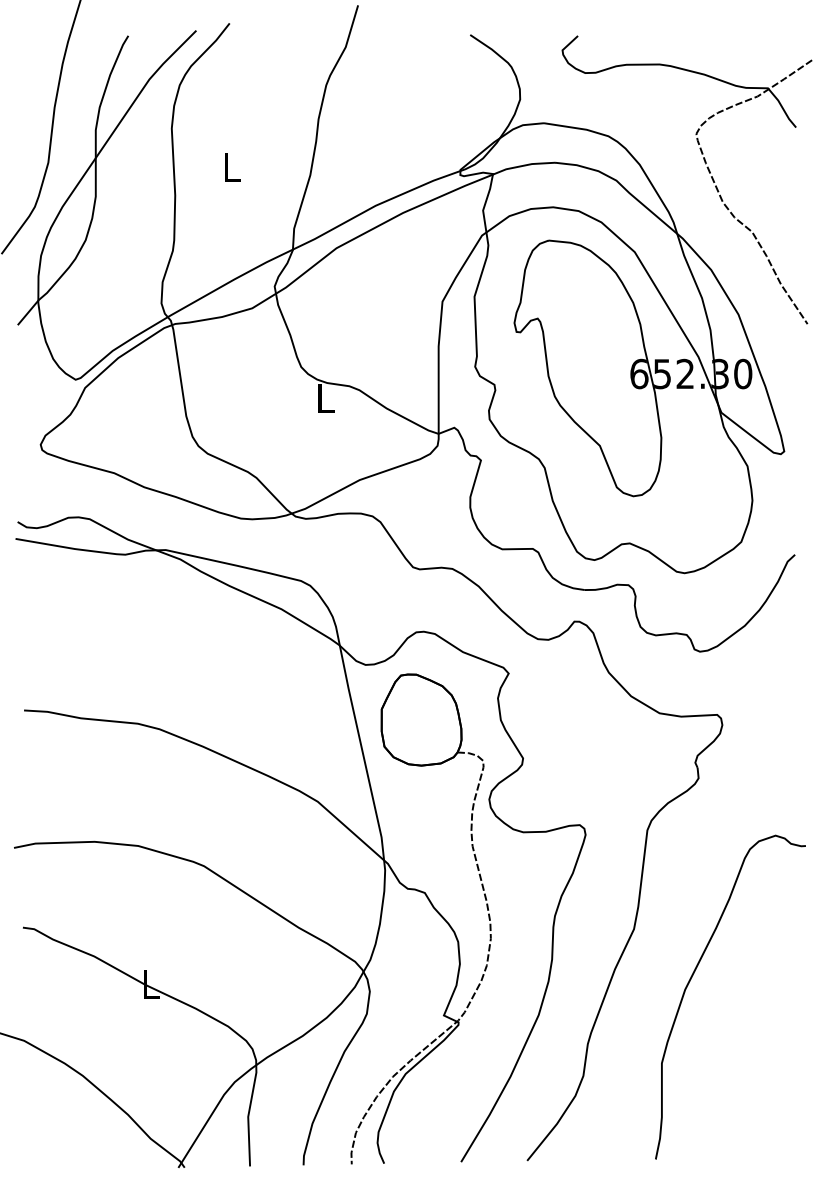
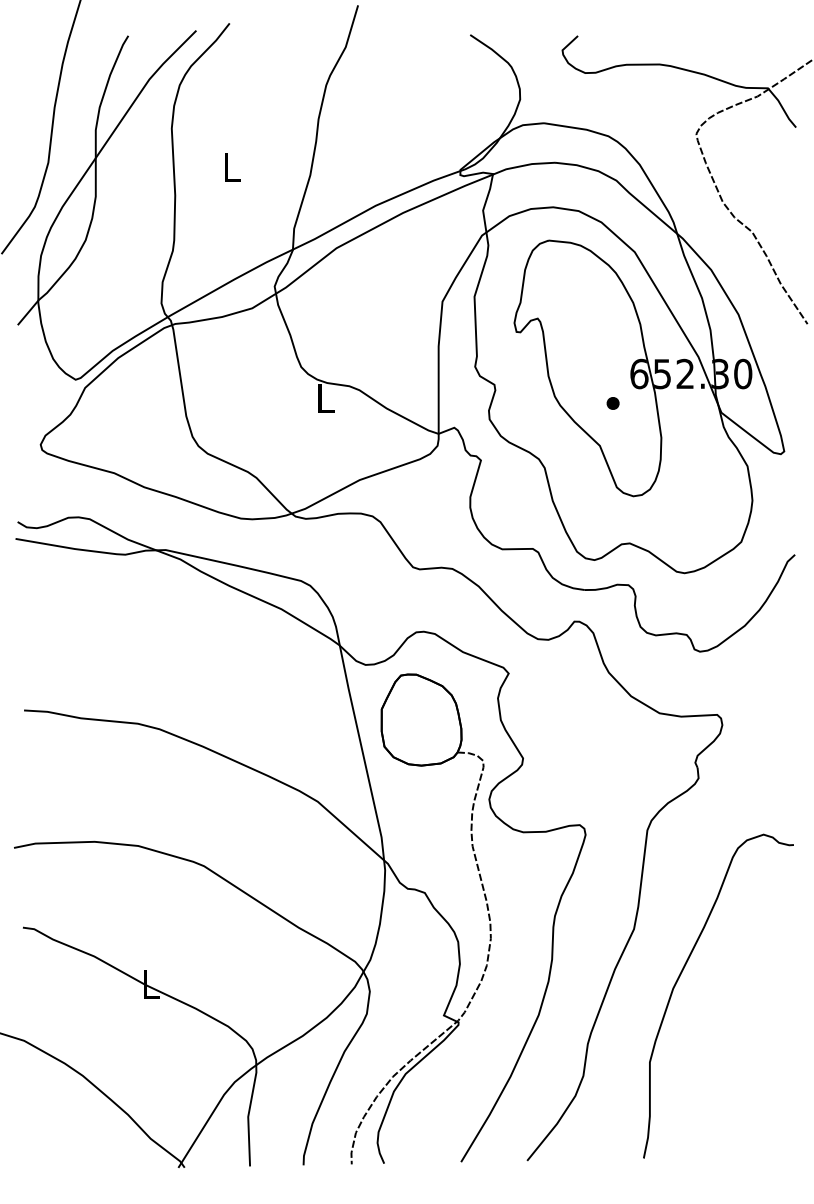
part at (612, 403): none -> present
curve at (692, 977) position: (692, 977) -> (680, 976)
